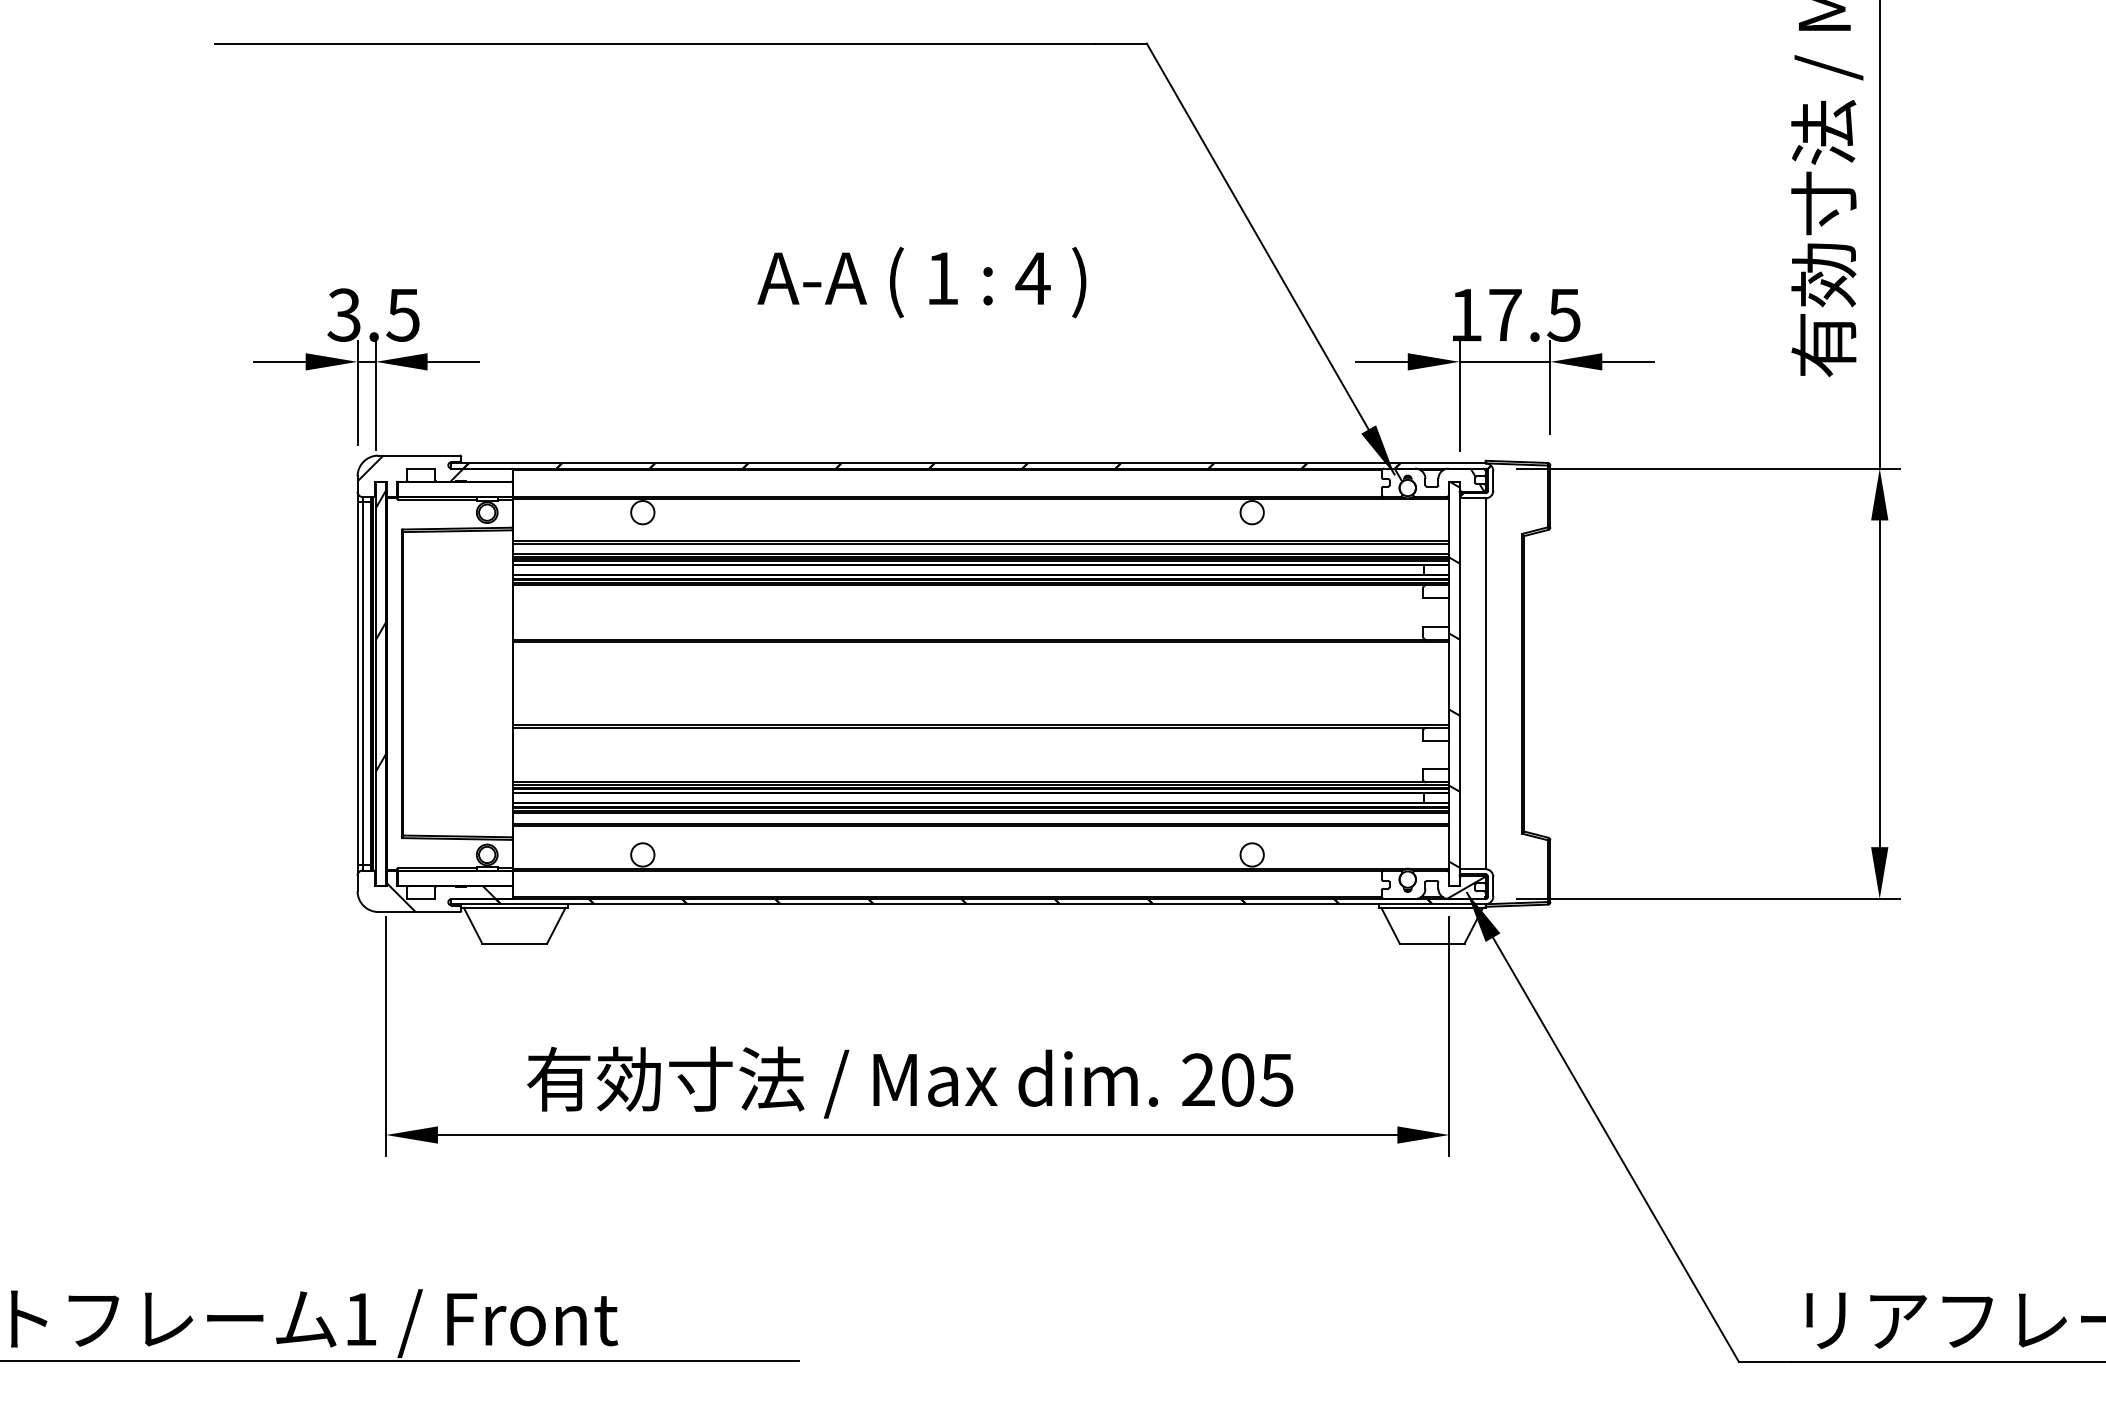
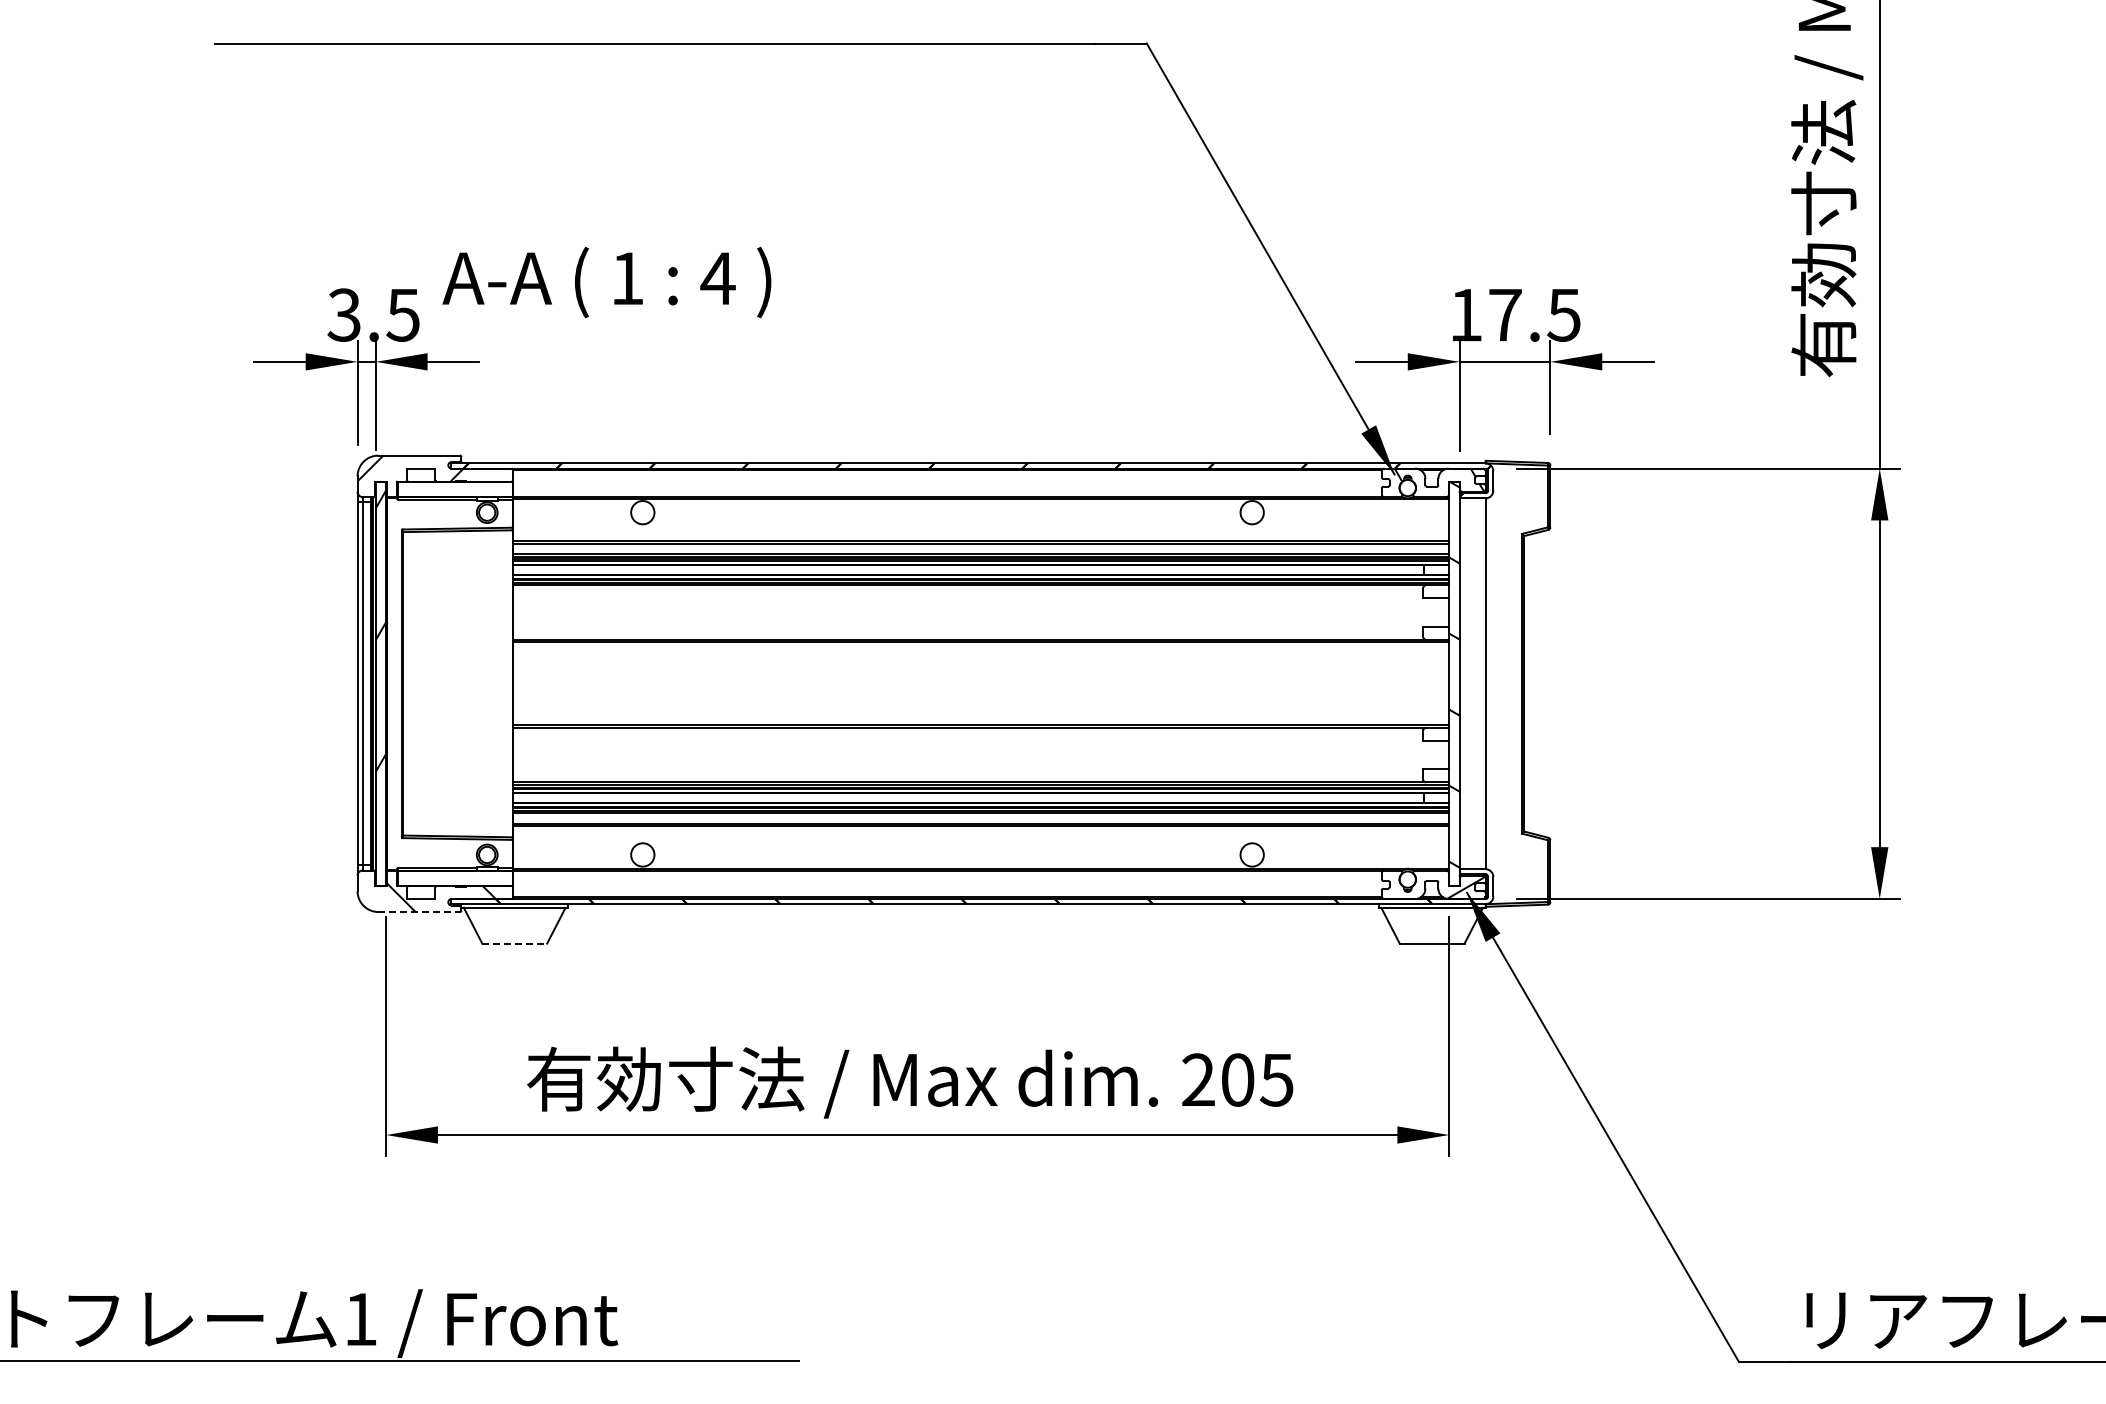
text at (921, 282) position: (921, 282) -> (606, 282)
line at (419, 912): solid -> dashed
line at (515, 943): solid -> dashed
